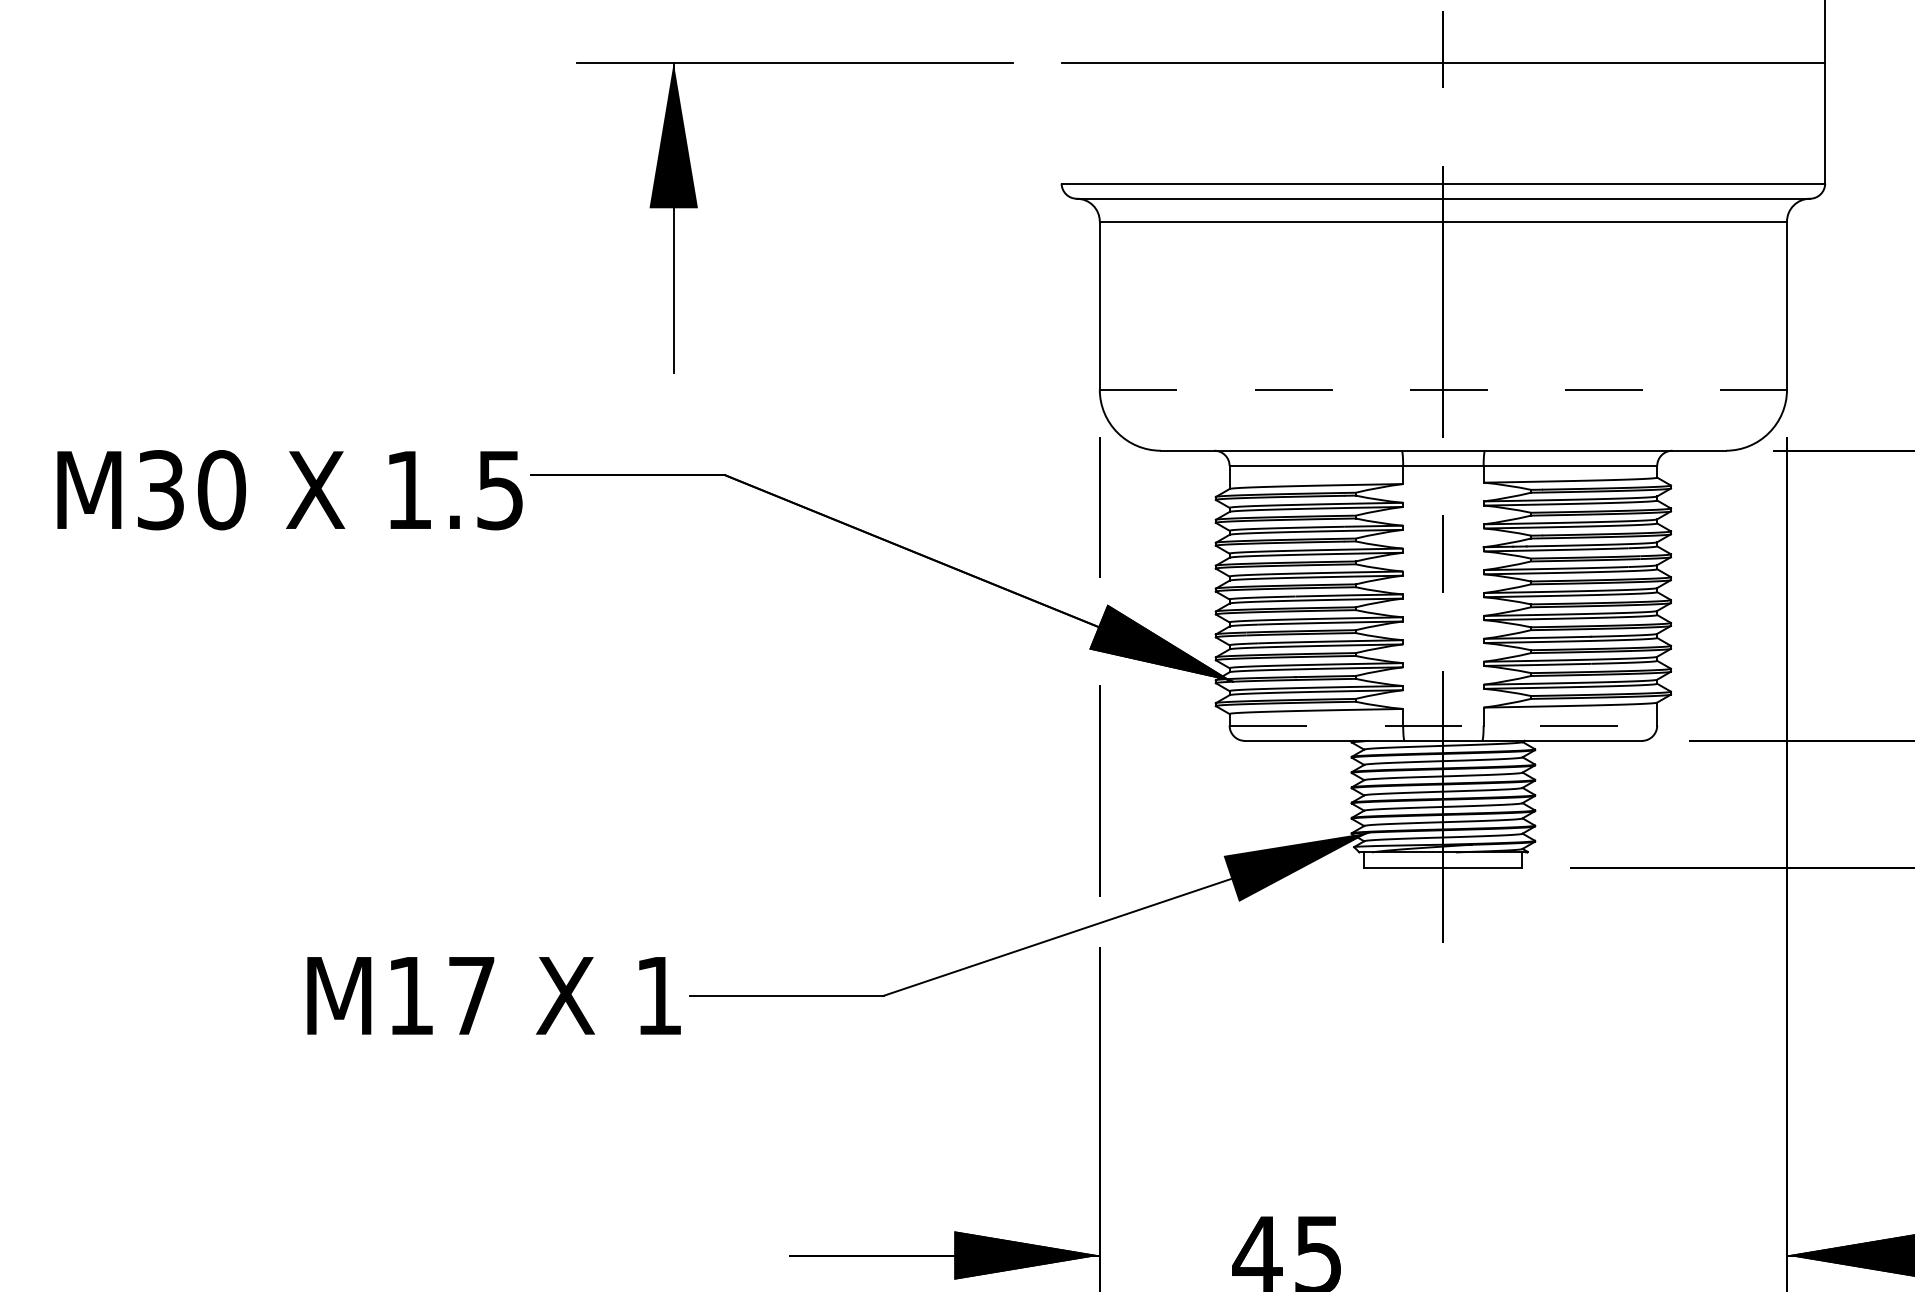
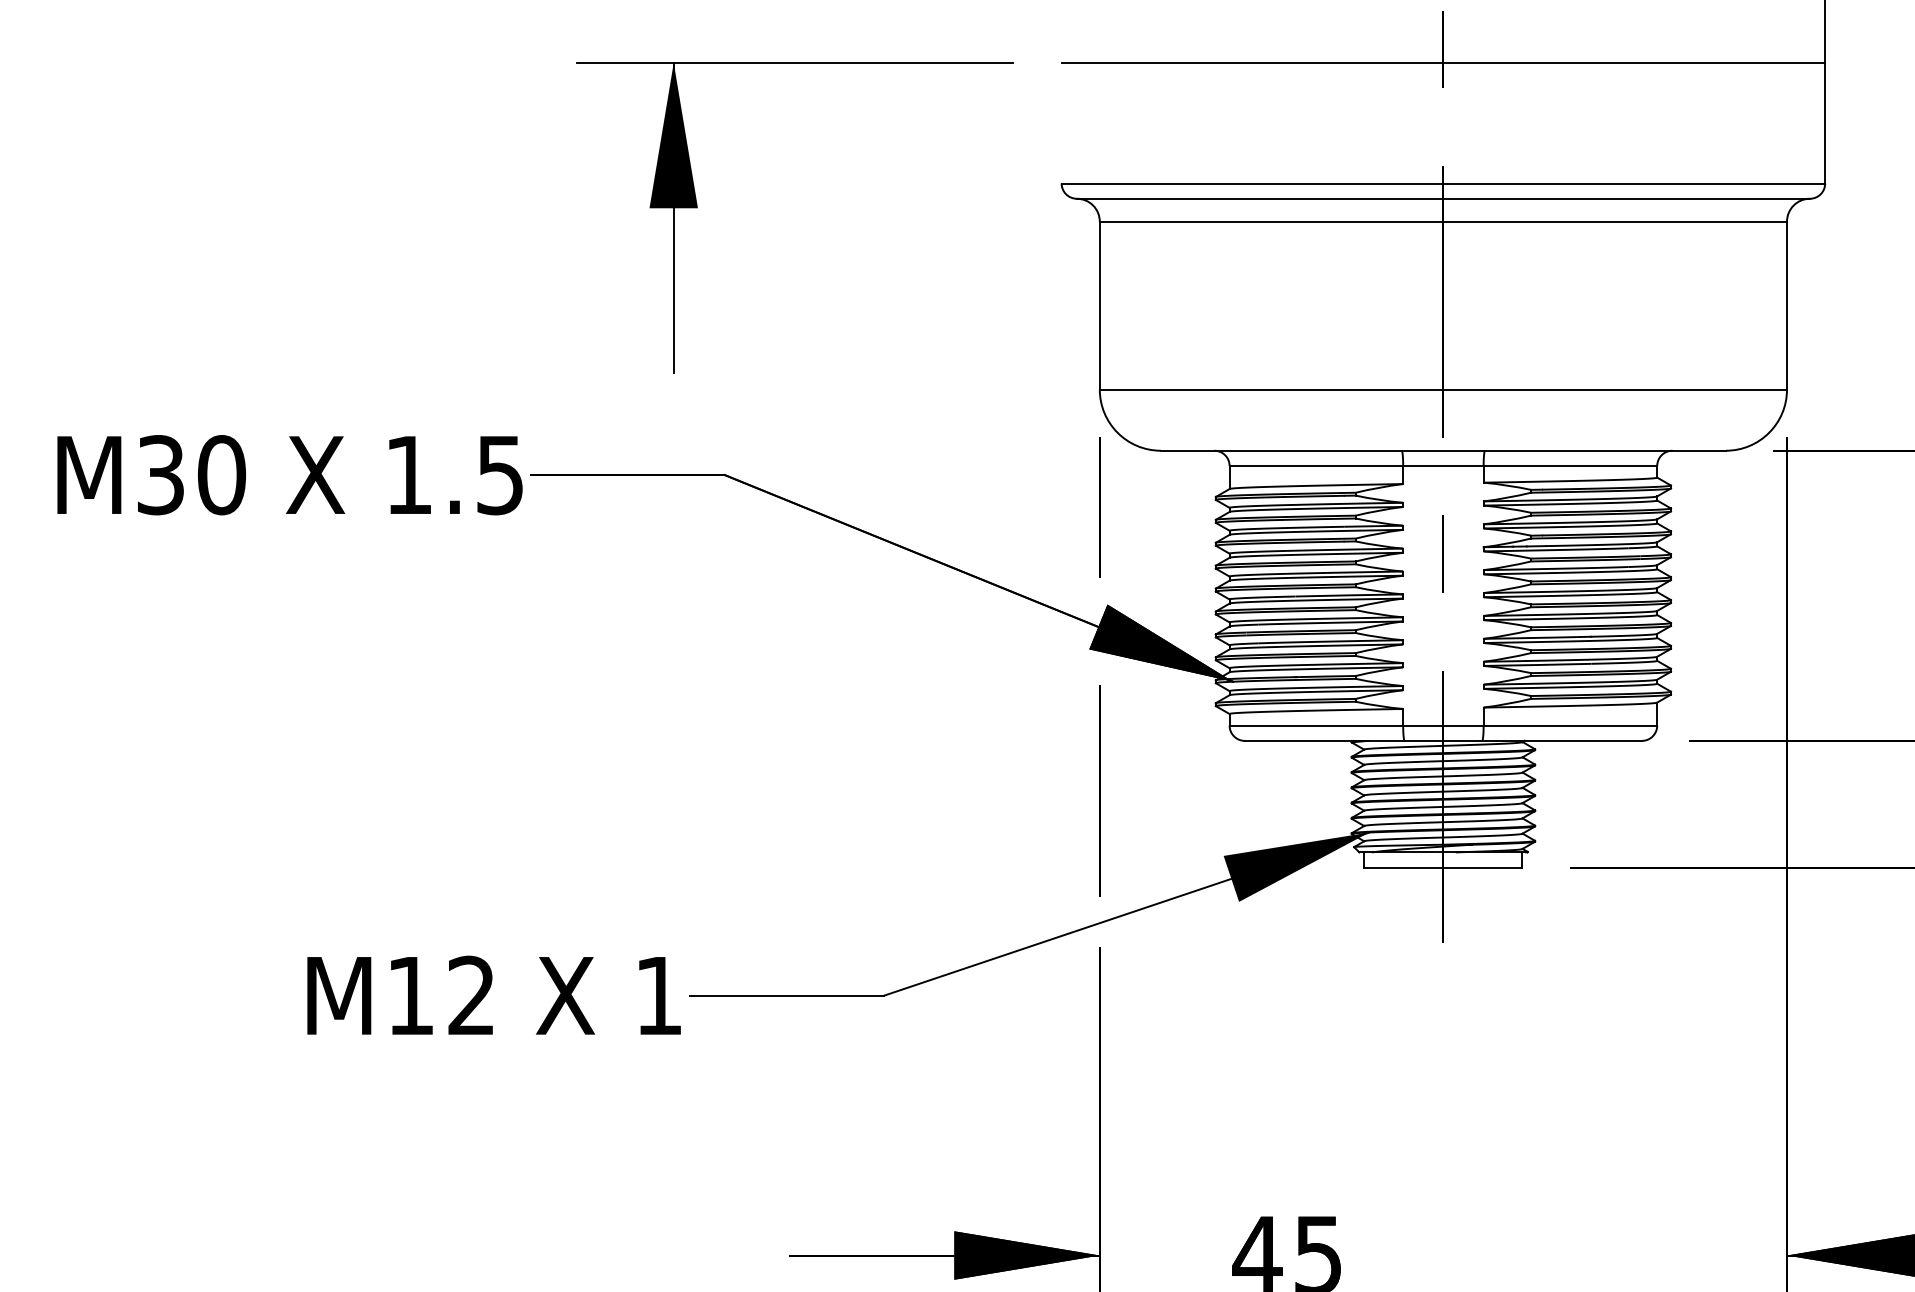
line at (1443, 389): dashed -> solid
text at (289, 490) position: (289, 490) -> (289, 475)
line at (1443, 725): dashed -> solid
text at (471, 994): M17 -> M12
